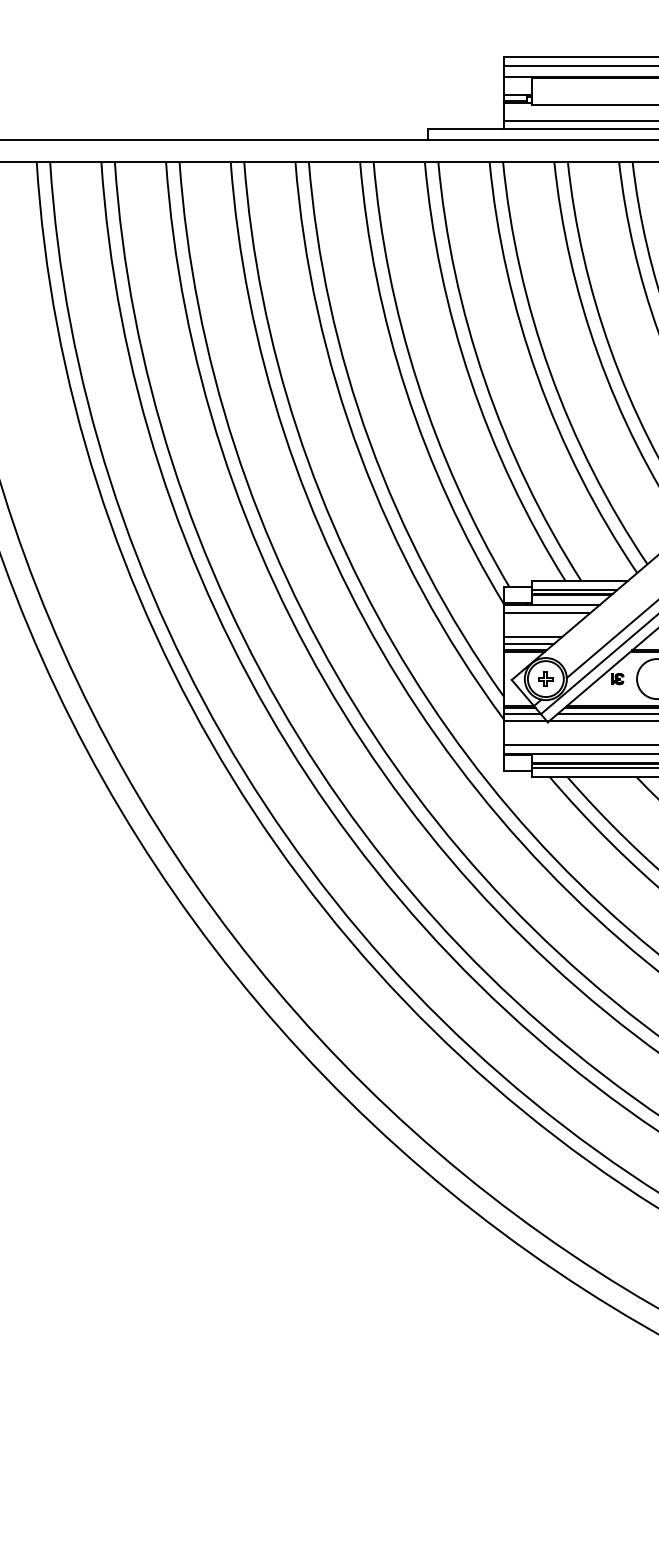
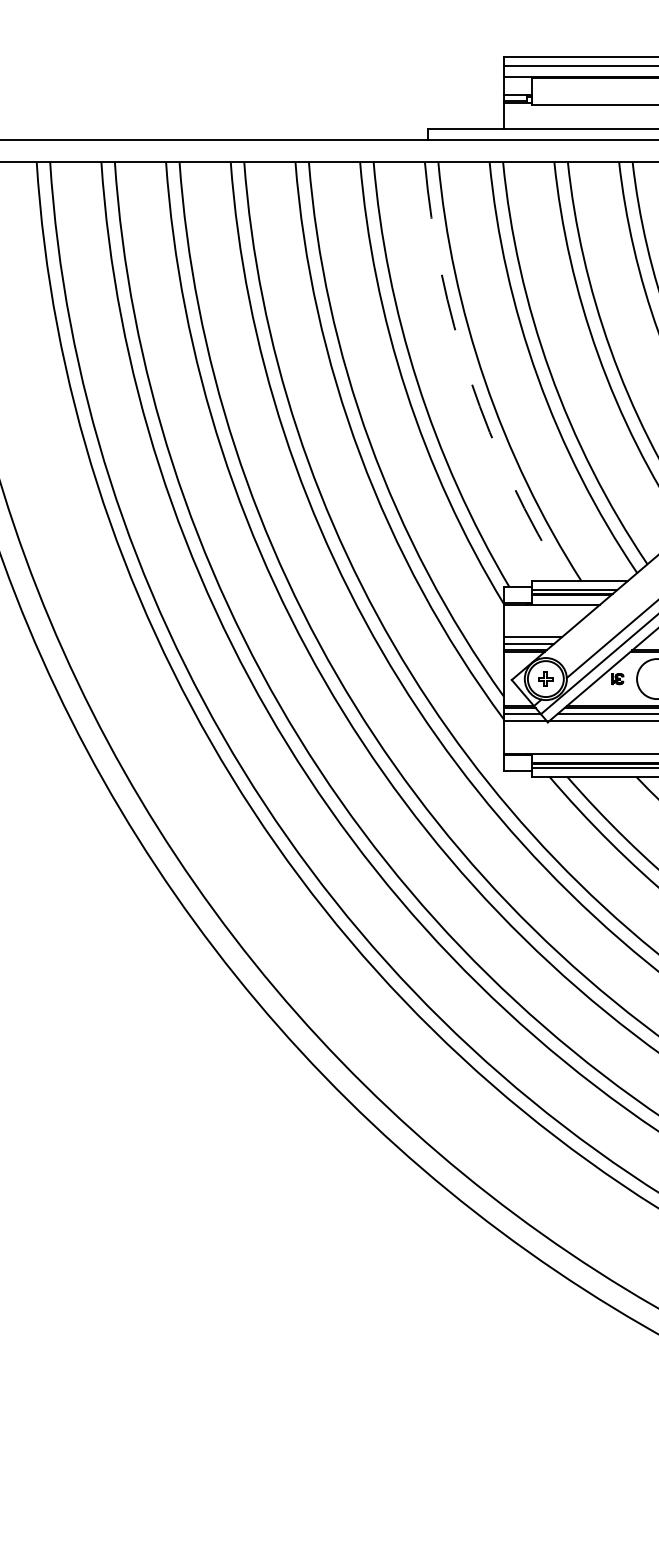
line at (579, 120): present -> none
arc at (470, 380): solid -> dashed
line at (546, 612): present -> none
line at (579, 745): present -> none
